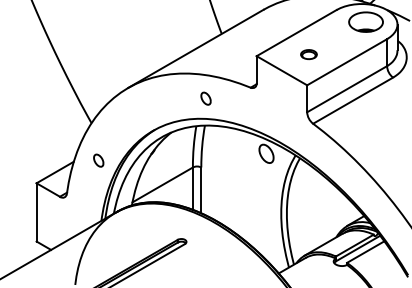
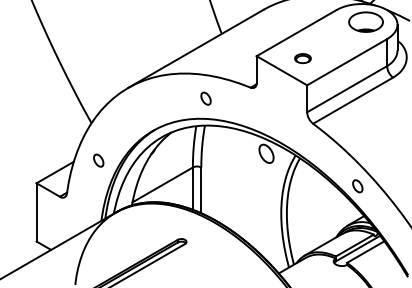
part at (308, 54) position: (308, 54) -> (302, 58)
part at (357, 186): none -> present
